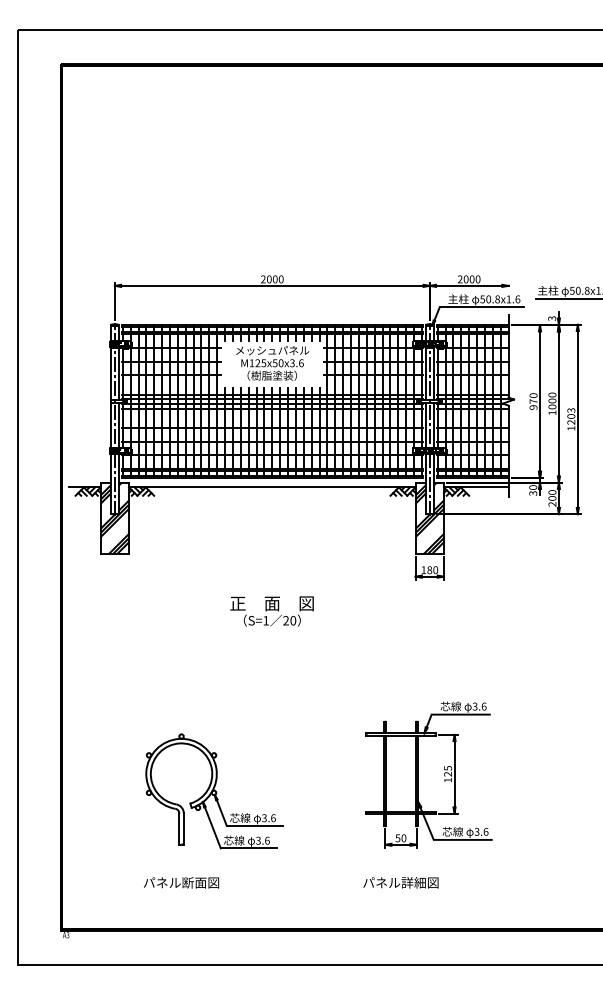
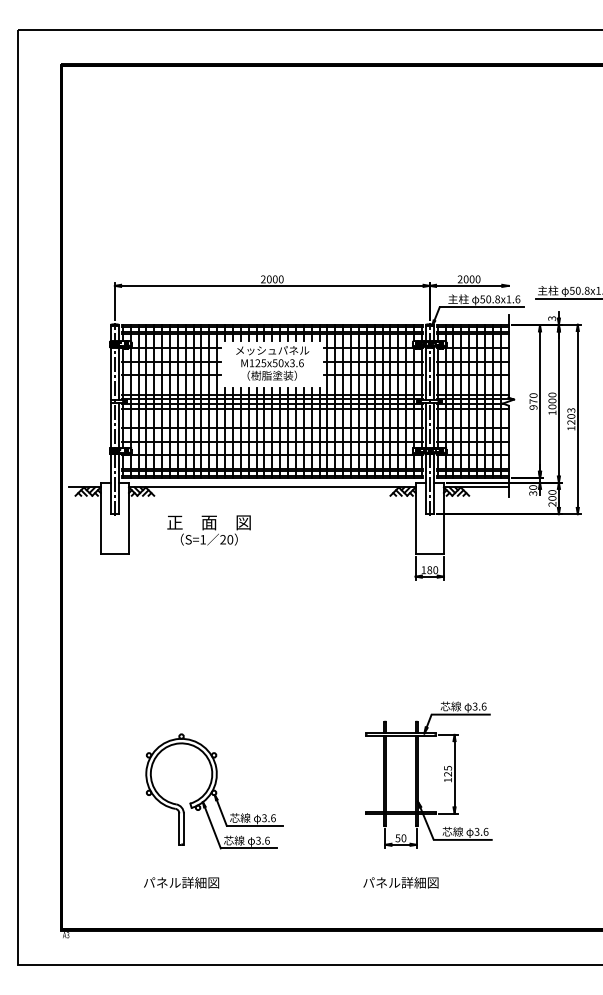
hatch at (114, 517): present -> none
hatch at (429, 517): present -> none
text at (271, 611) position: (271, 611) -> (208, 530)
text at (194, 882): パネル断面図 -> パネル詳細図
